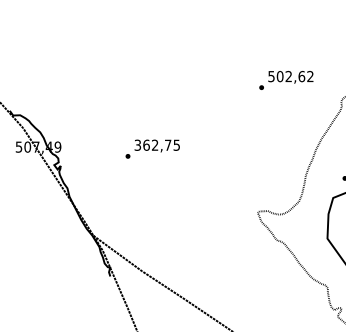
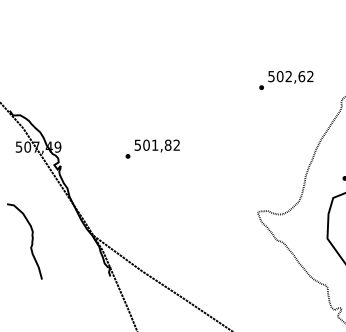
text at (157, 144): 362,75 -> 501,82
curve at (31, 241): none -> present
